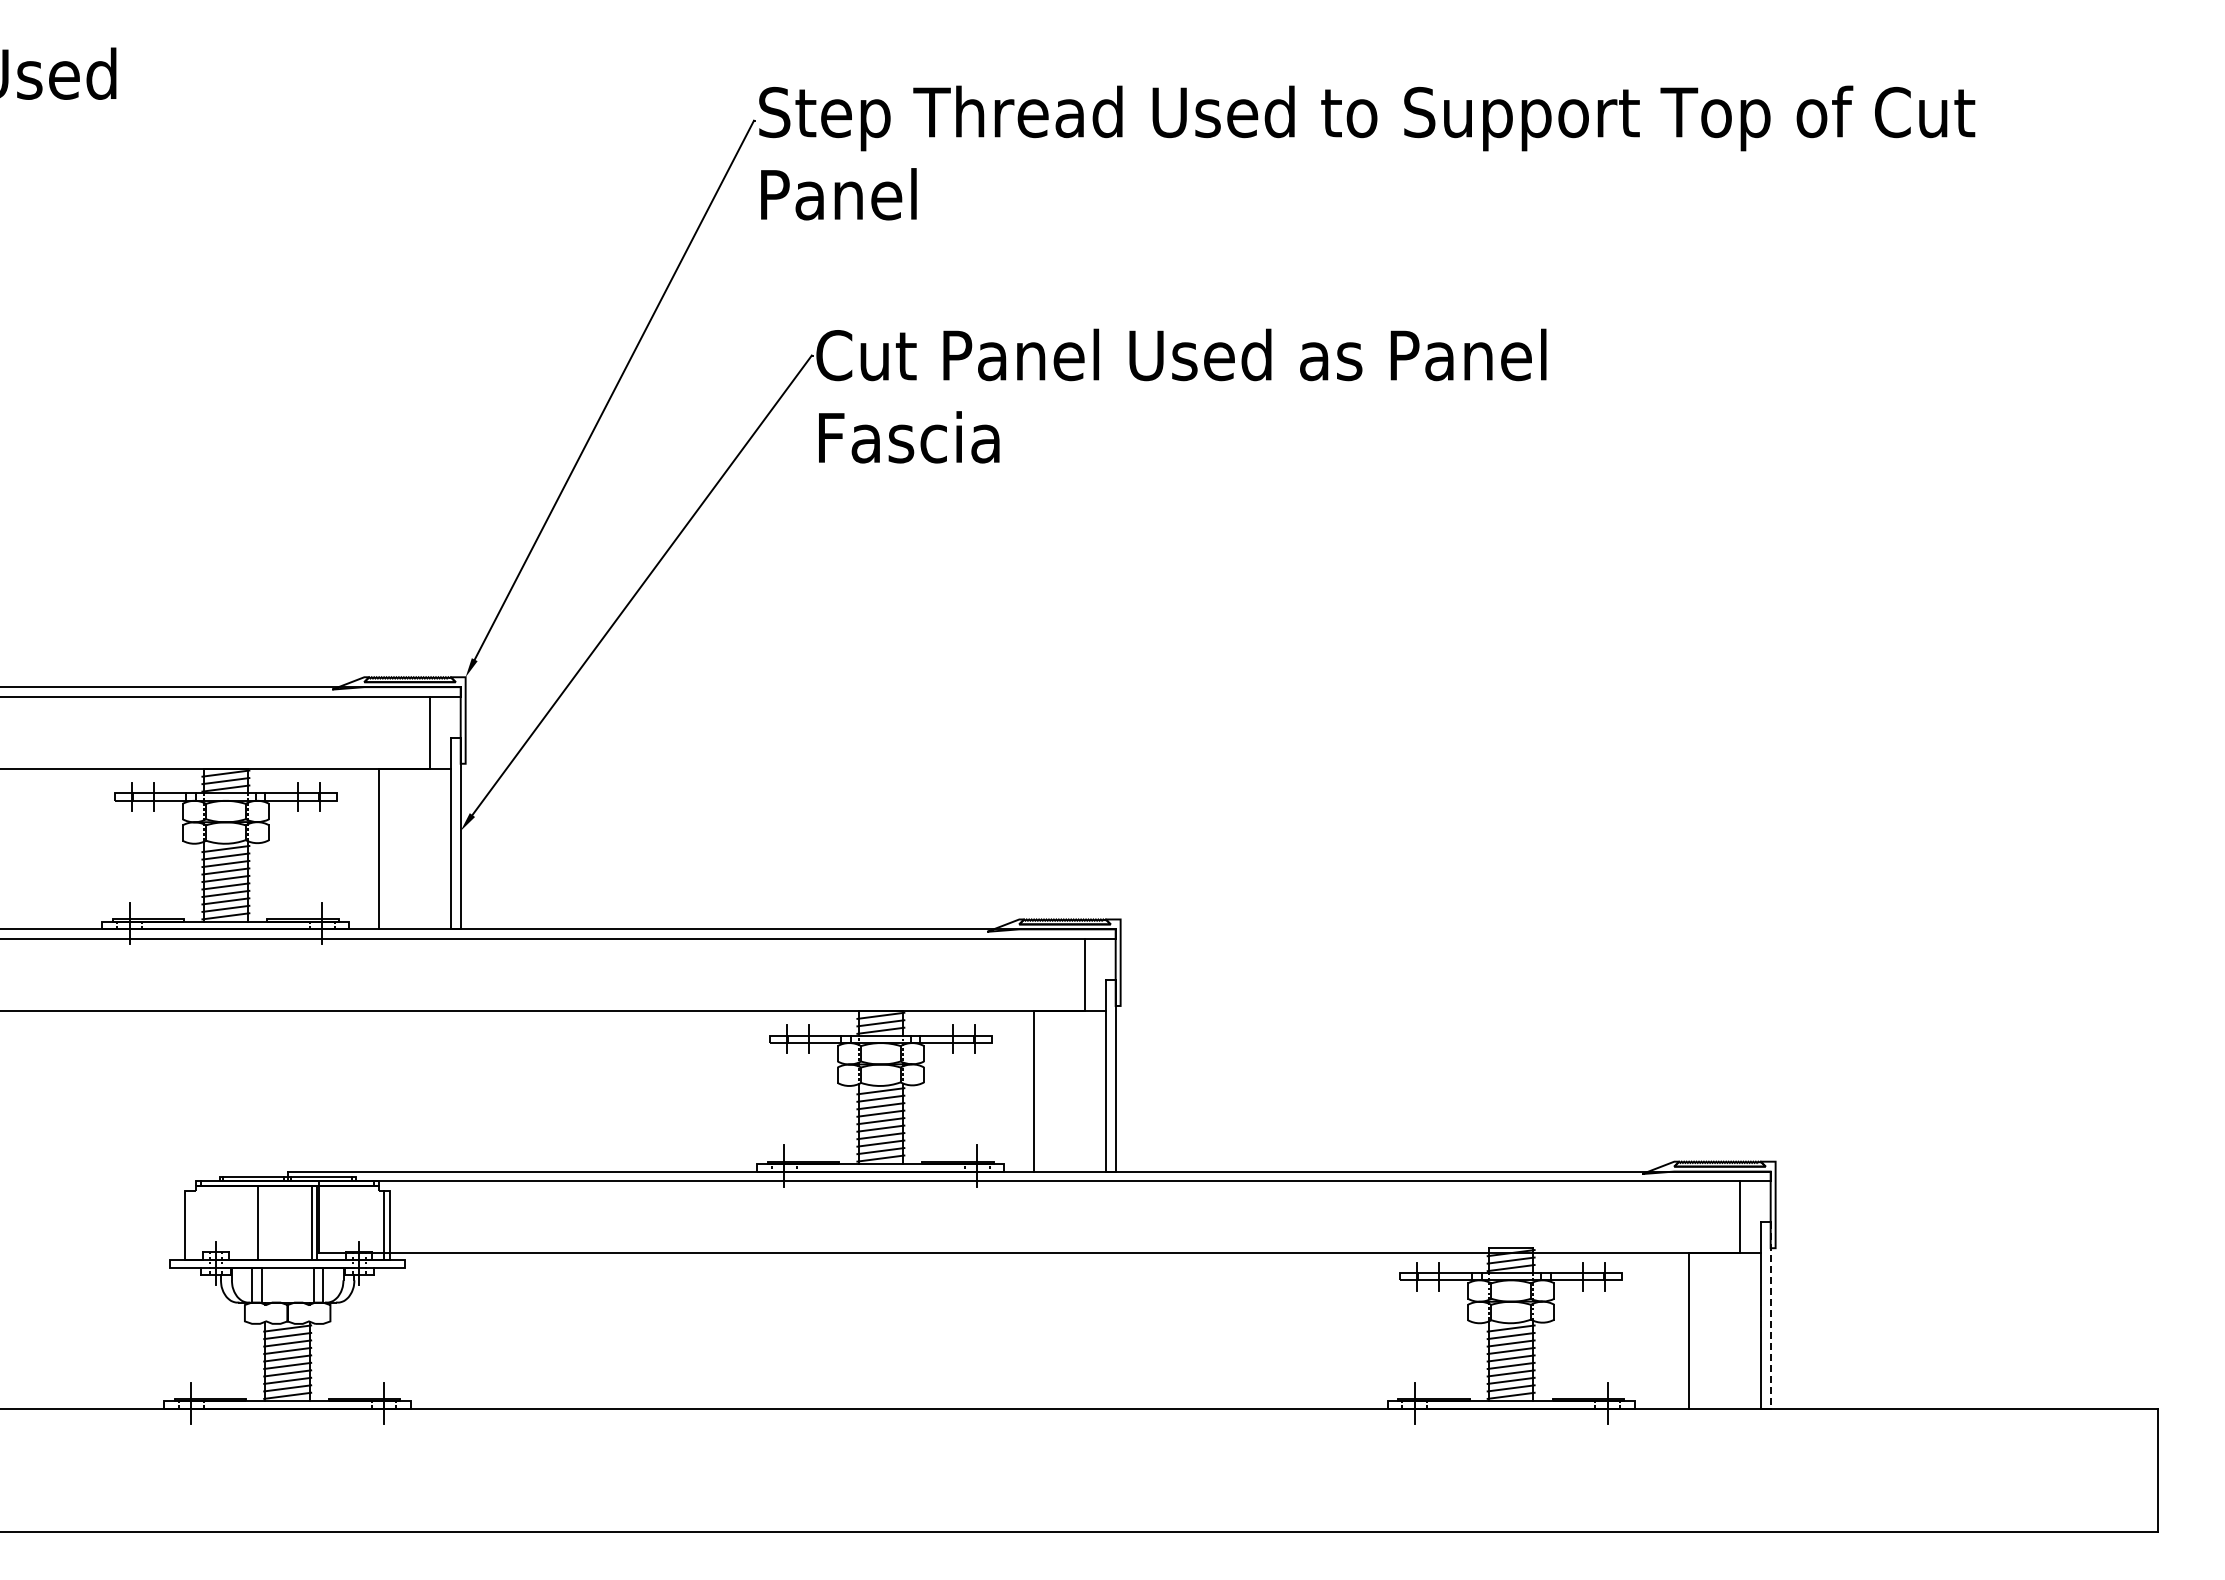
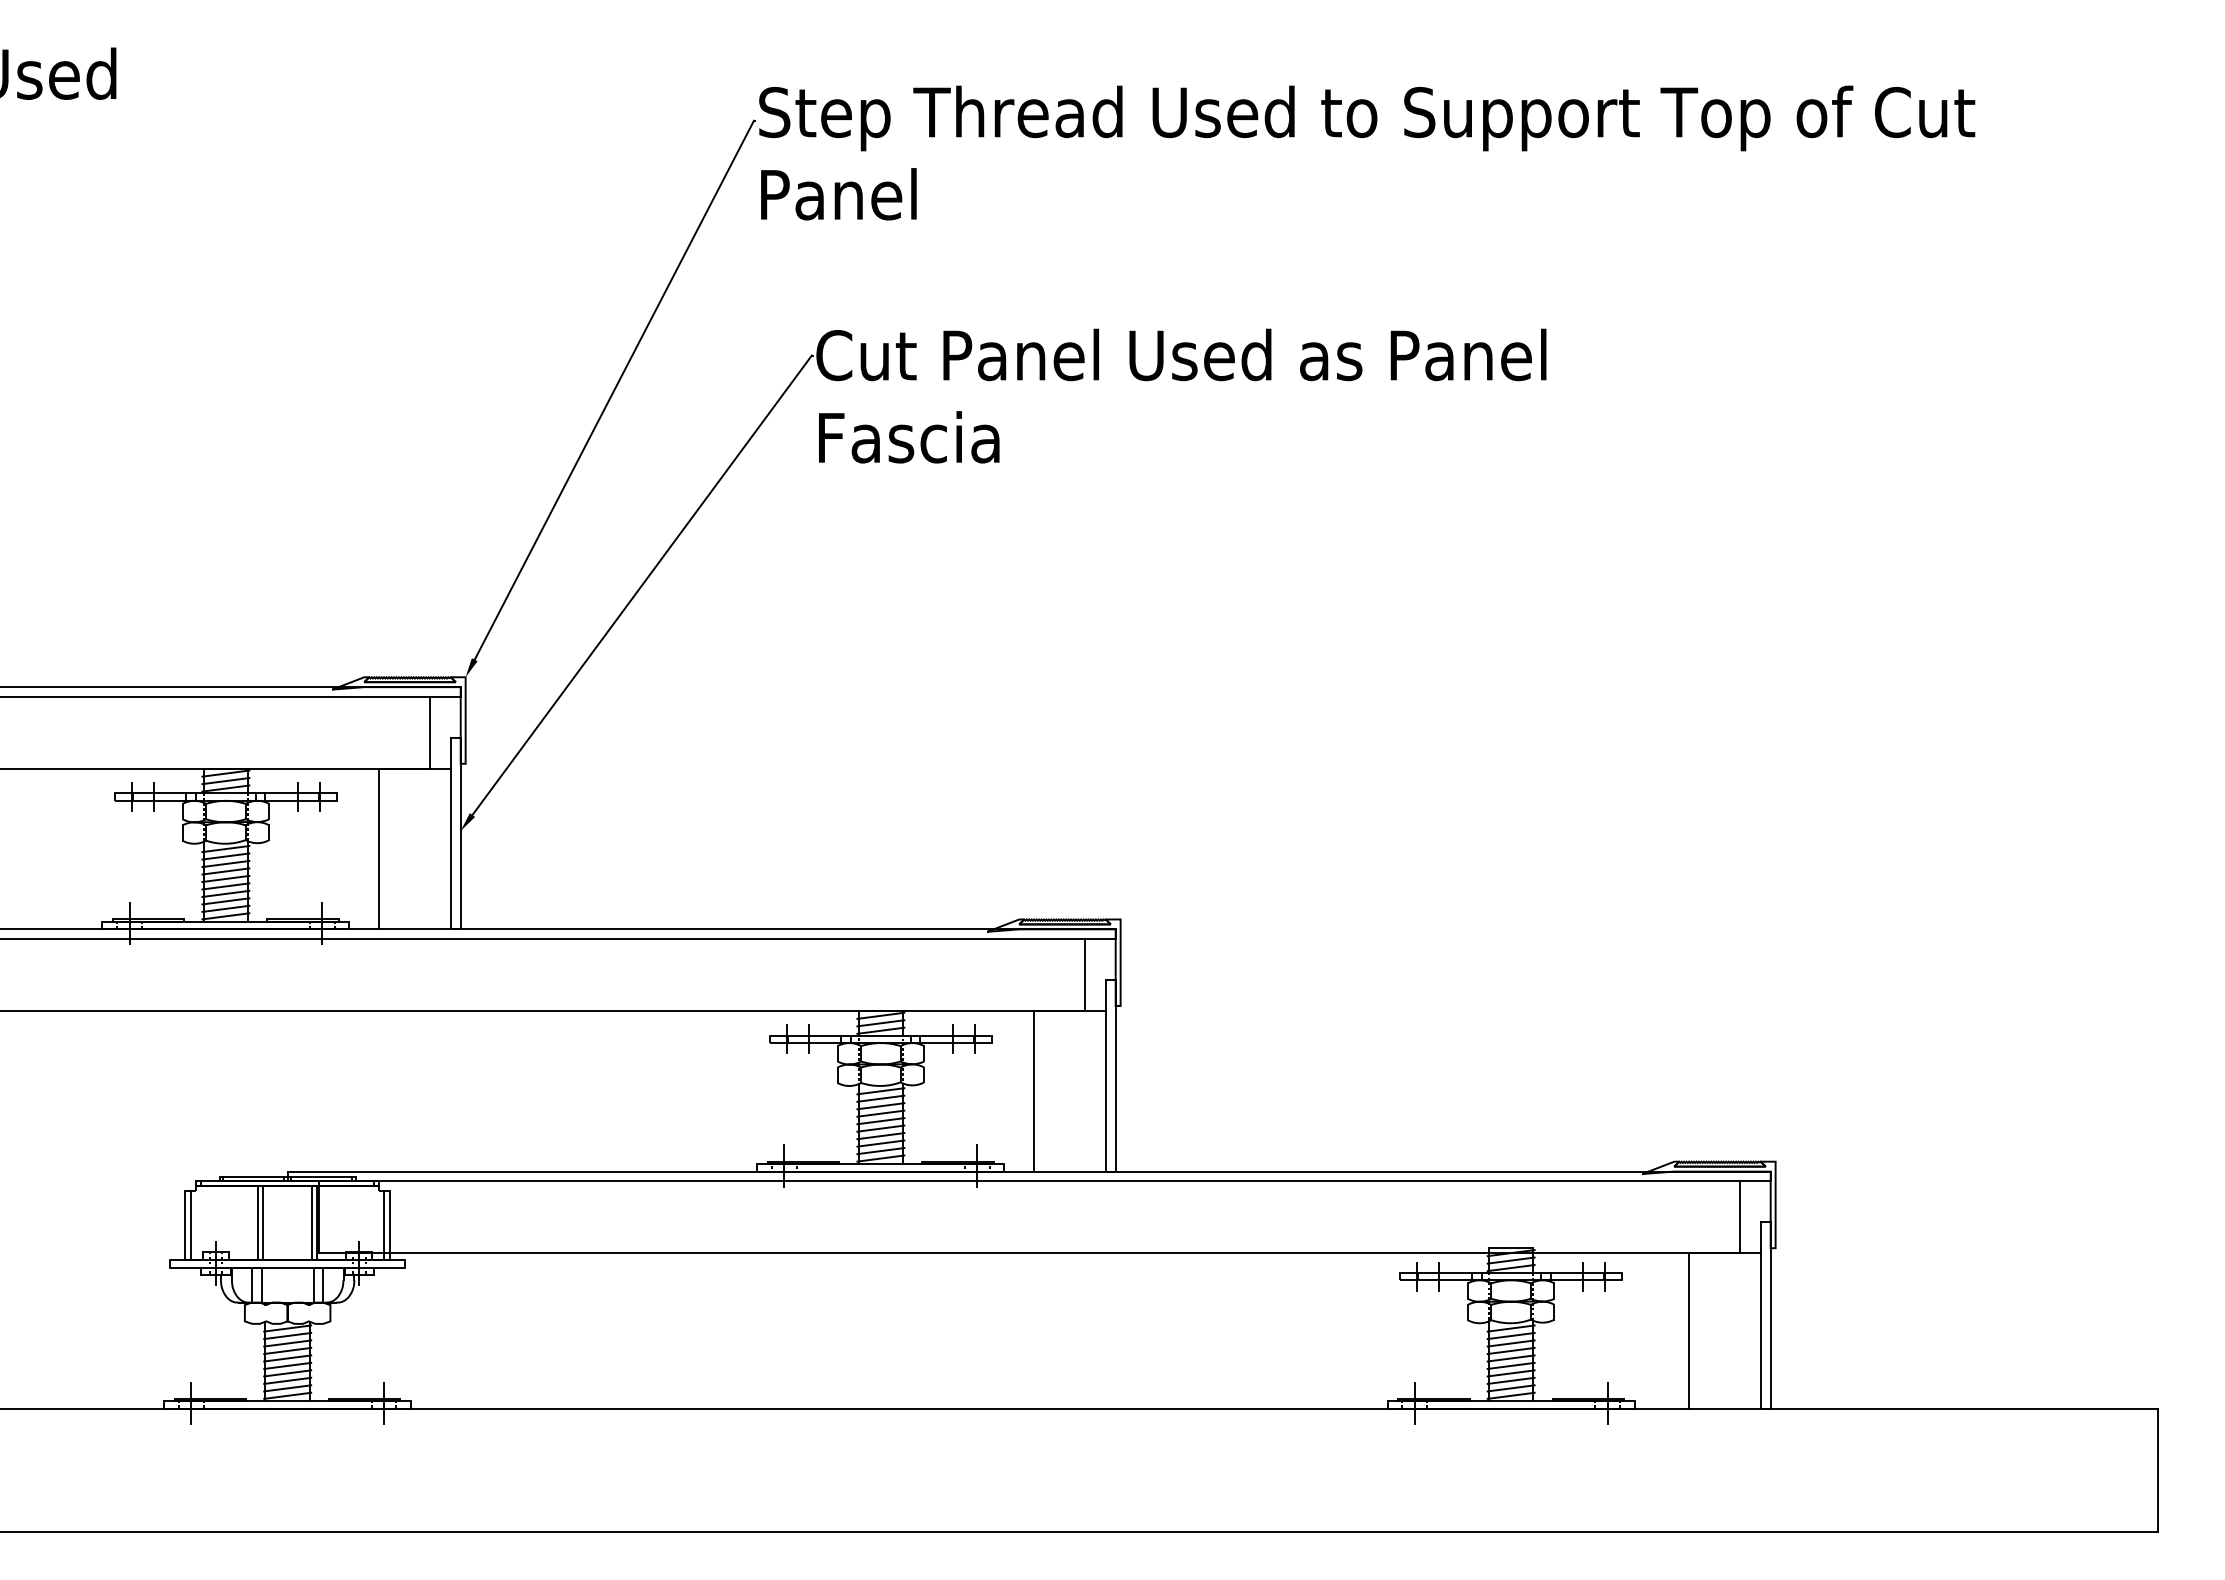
line at (263, 1222): none -> present
line at (191, 1224): none -> present
line at (1770, 1316): dashed -> solid
